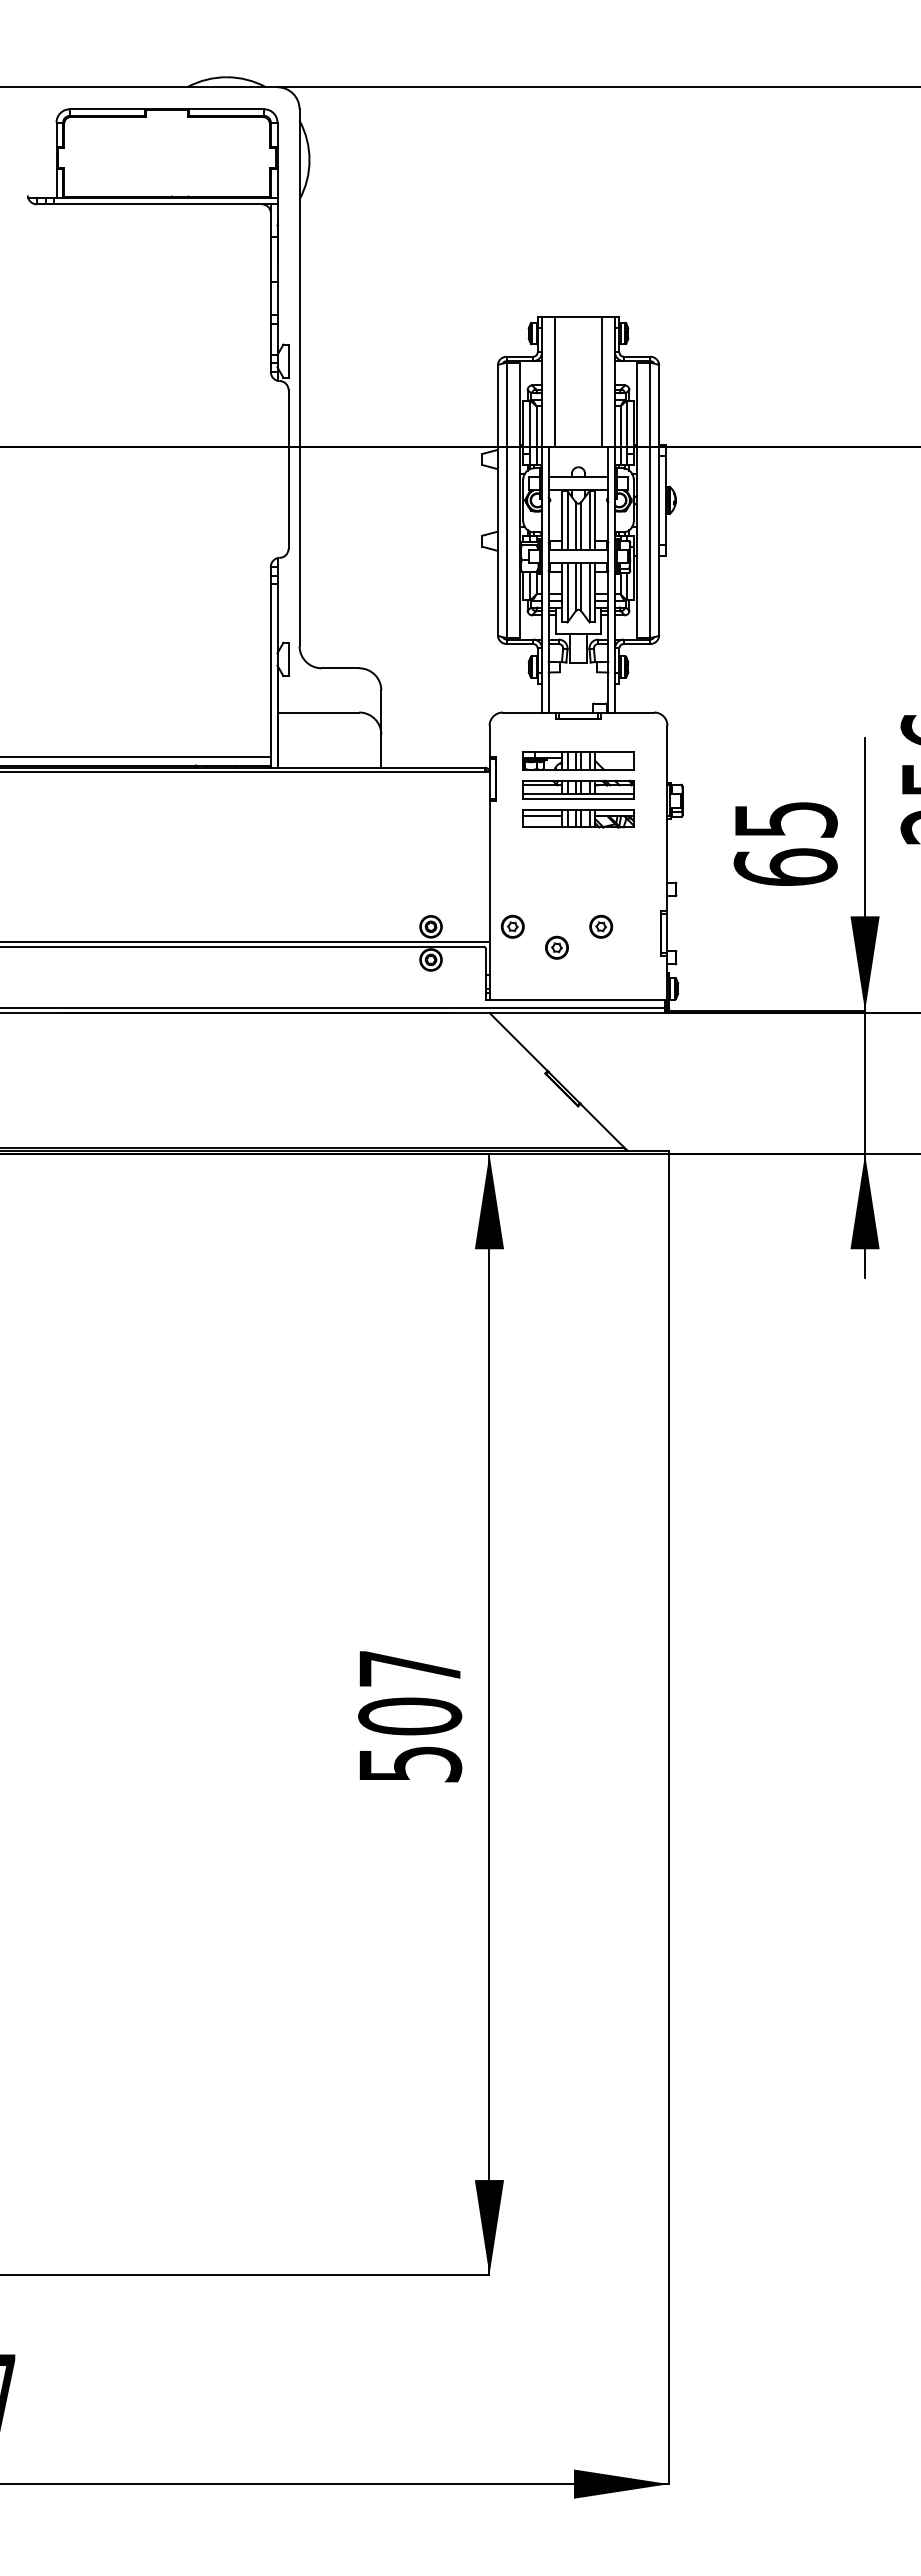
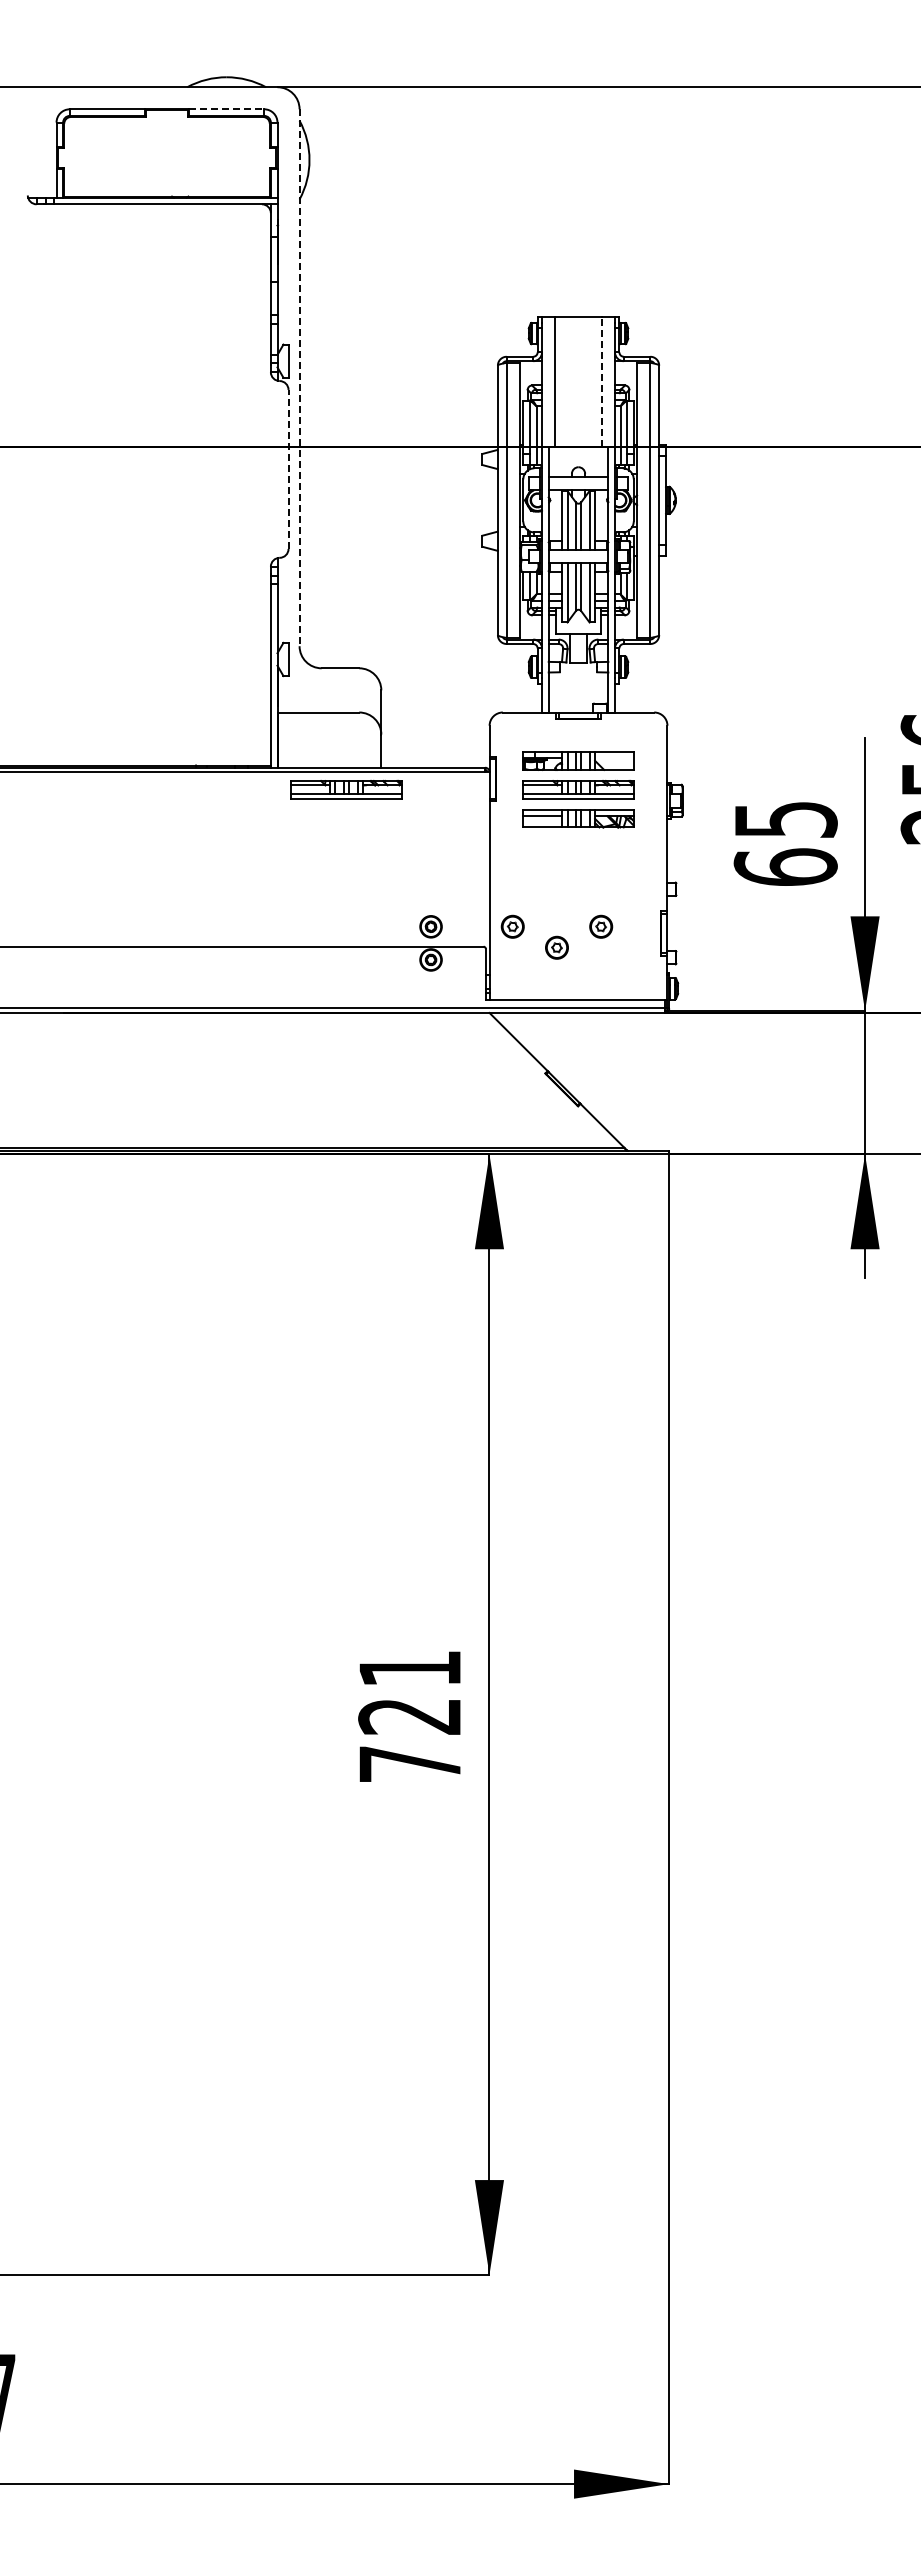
line at (226, 109): solid -> dashed
line at (299, 378): solid -> dashed
line at (601, 381): solid -> dashed
line at (288, 469): solid -> dashed
line at (136, 756): present -> none
part at (346, 789): none -> present
line at (245, 942): present -> none
text at (410, 1716): 507 -> 721
